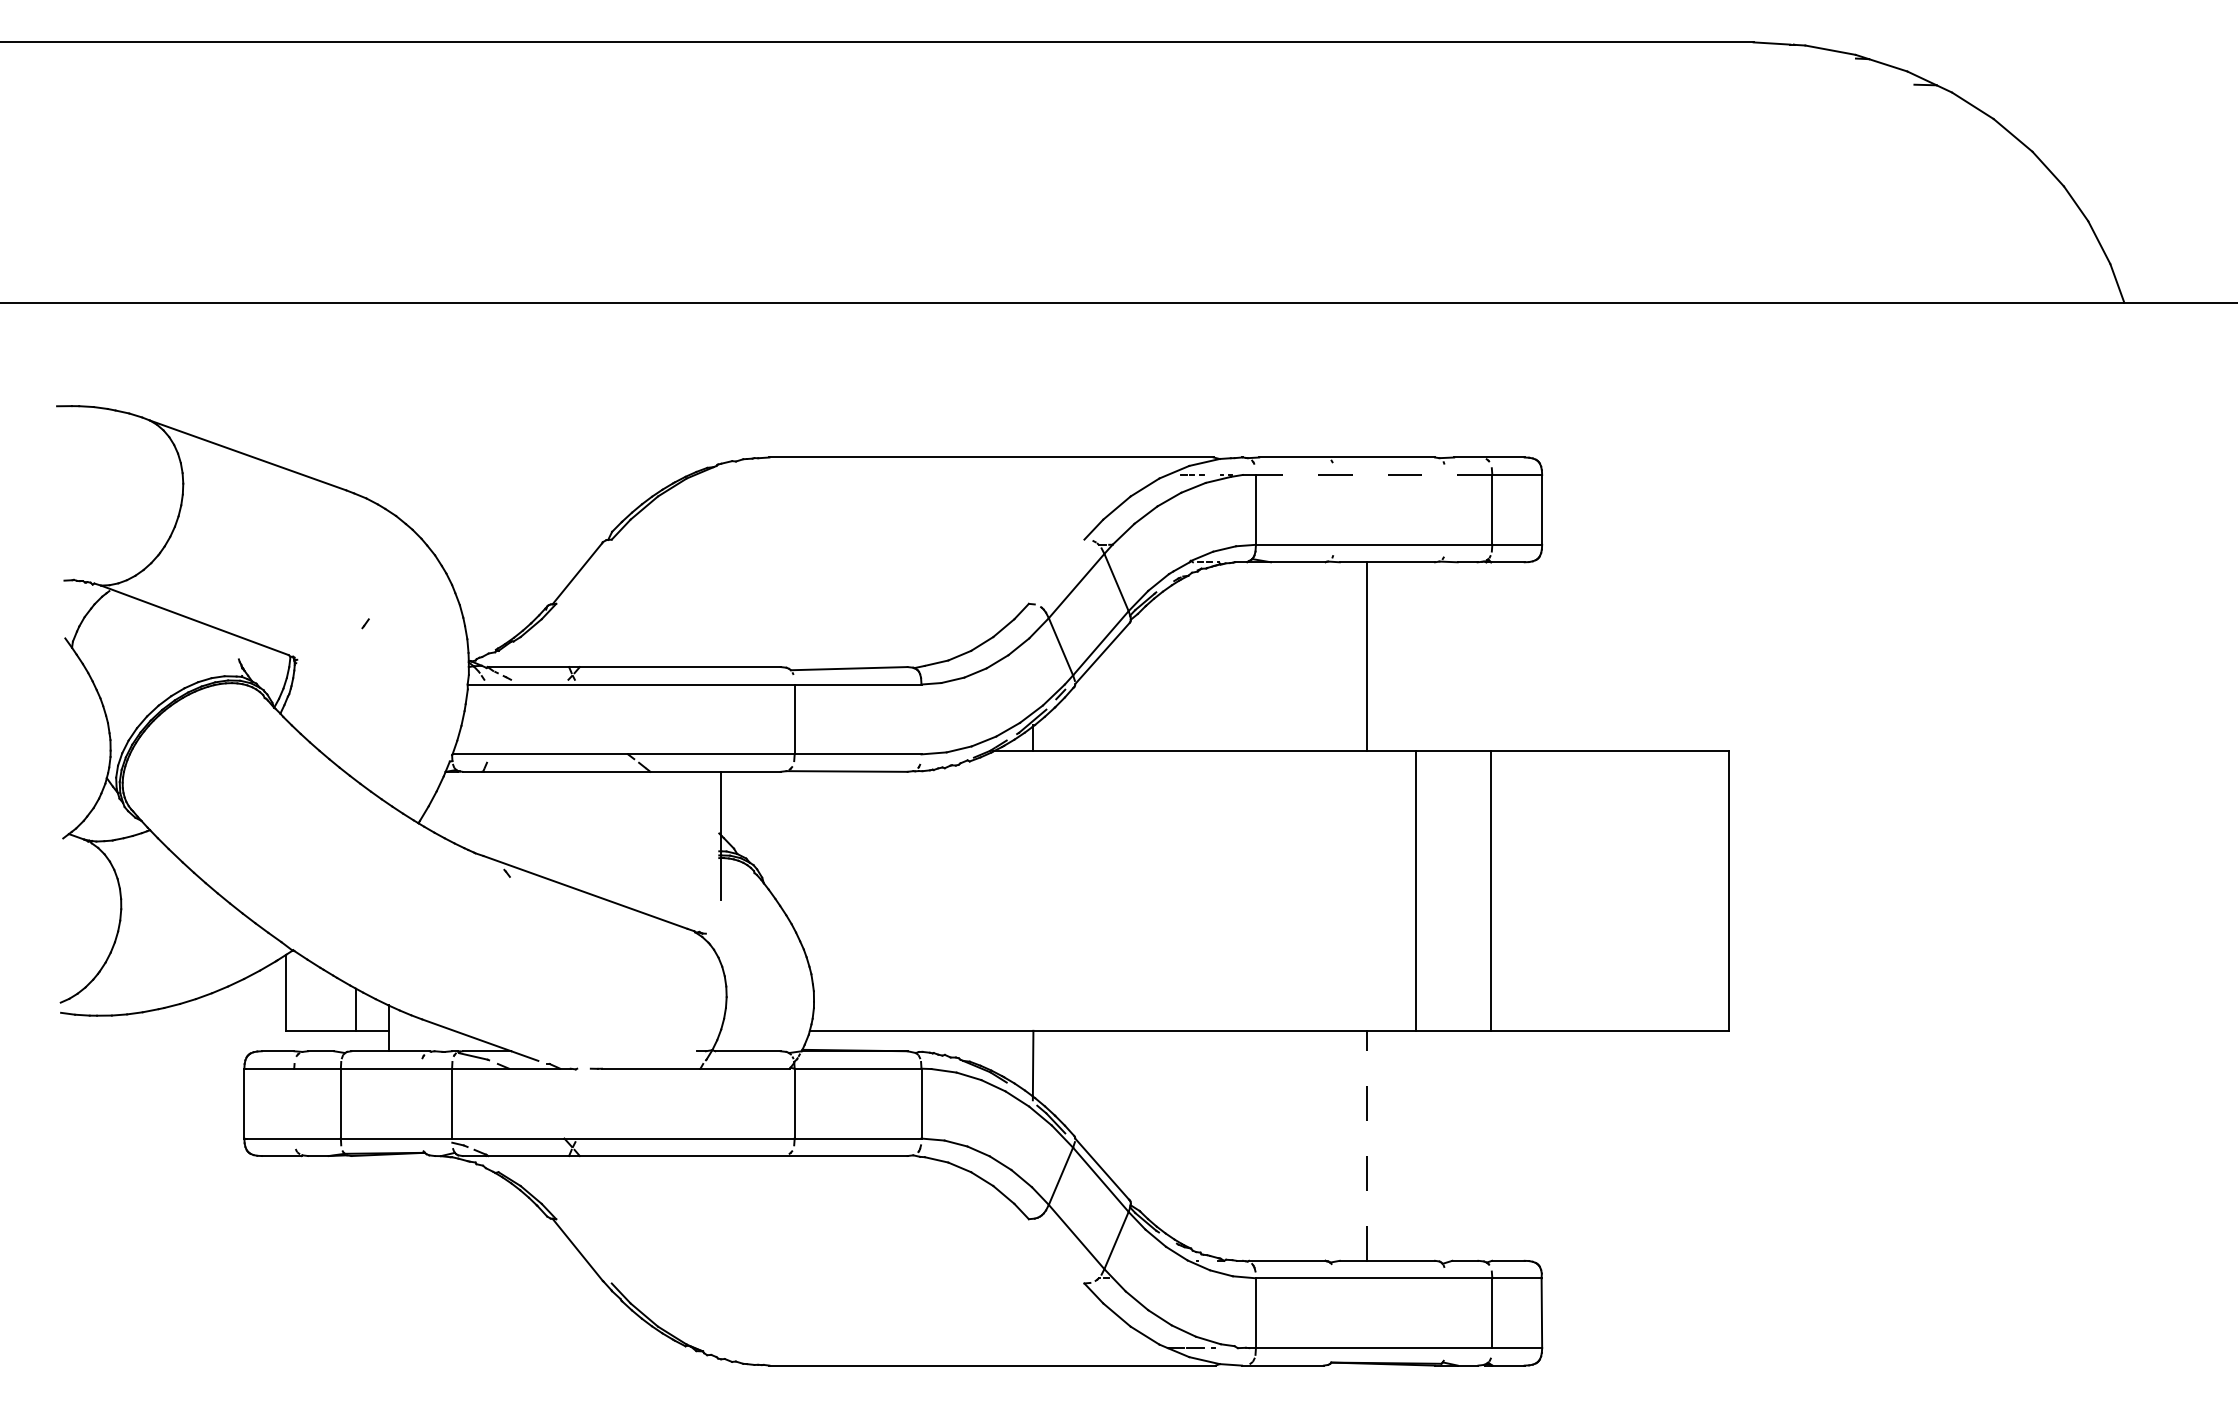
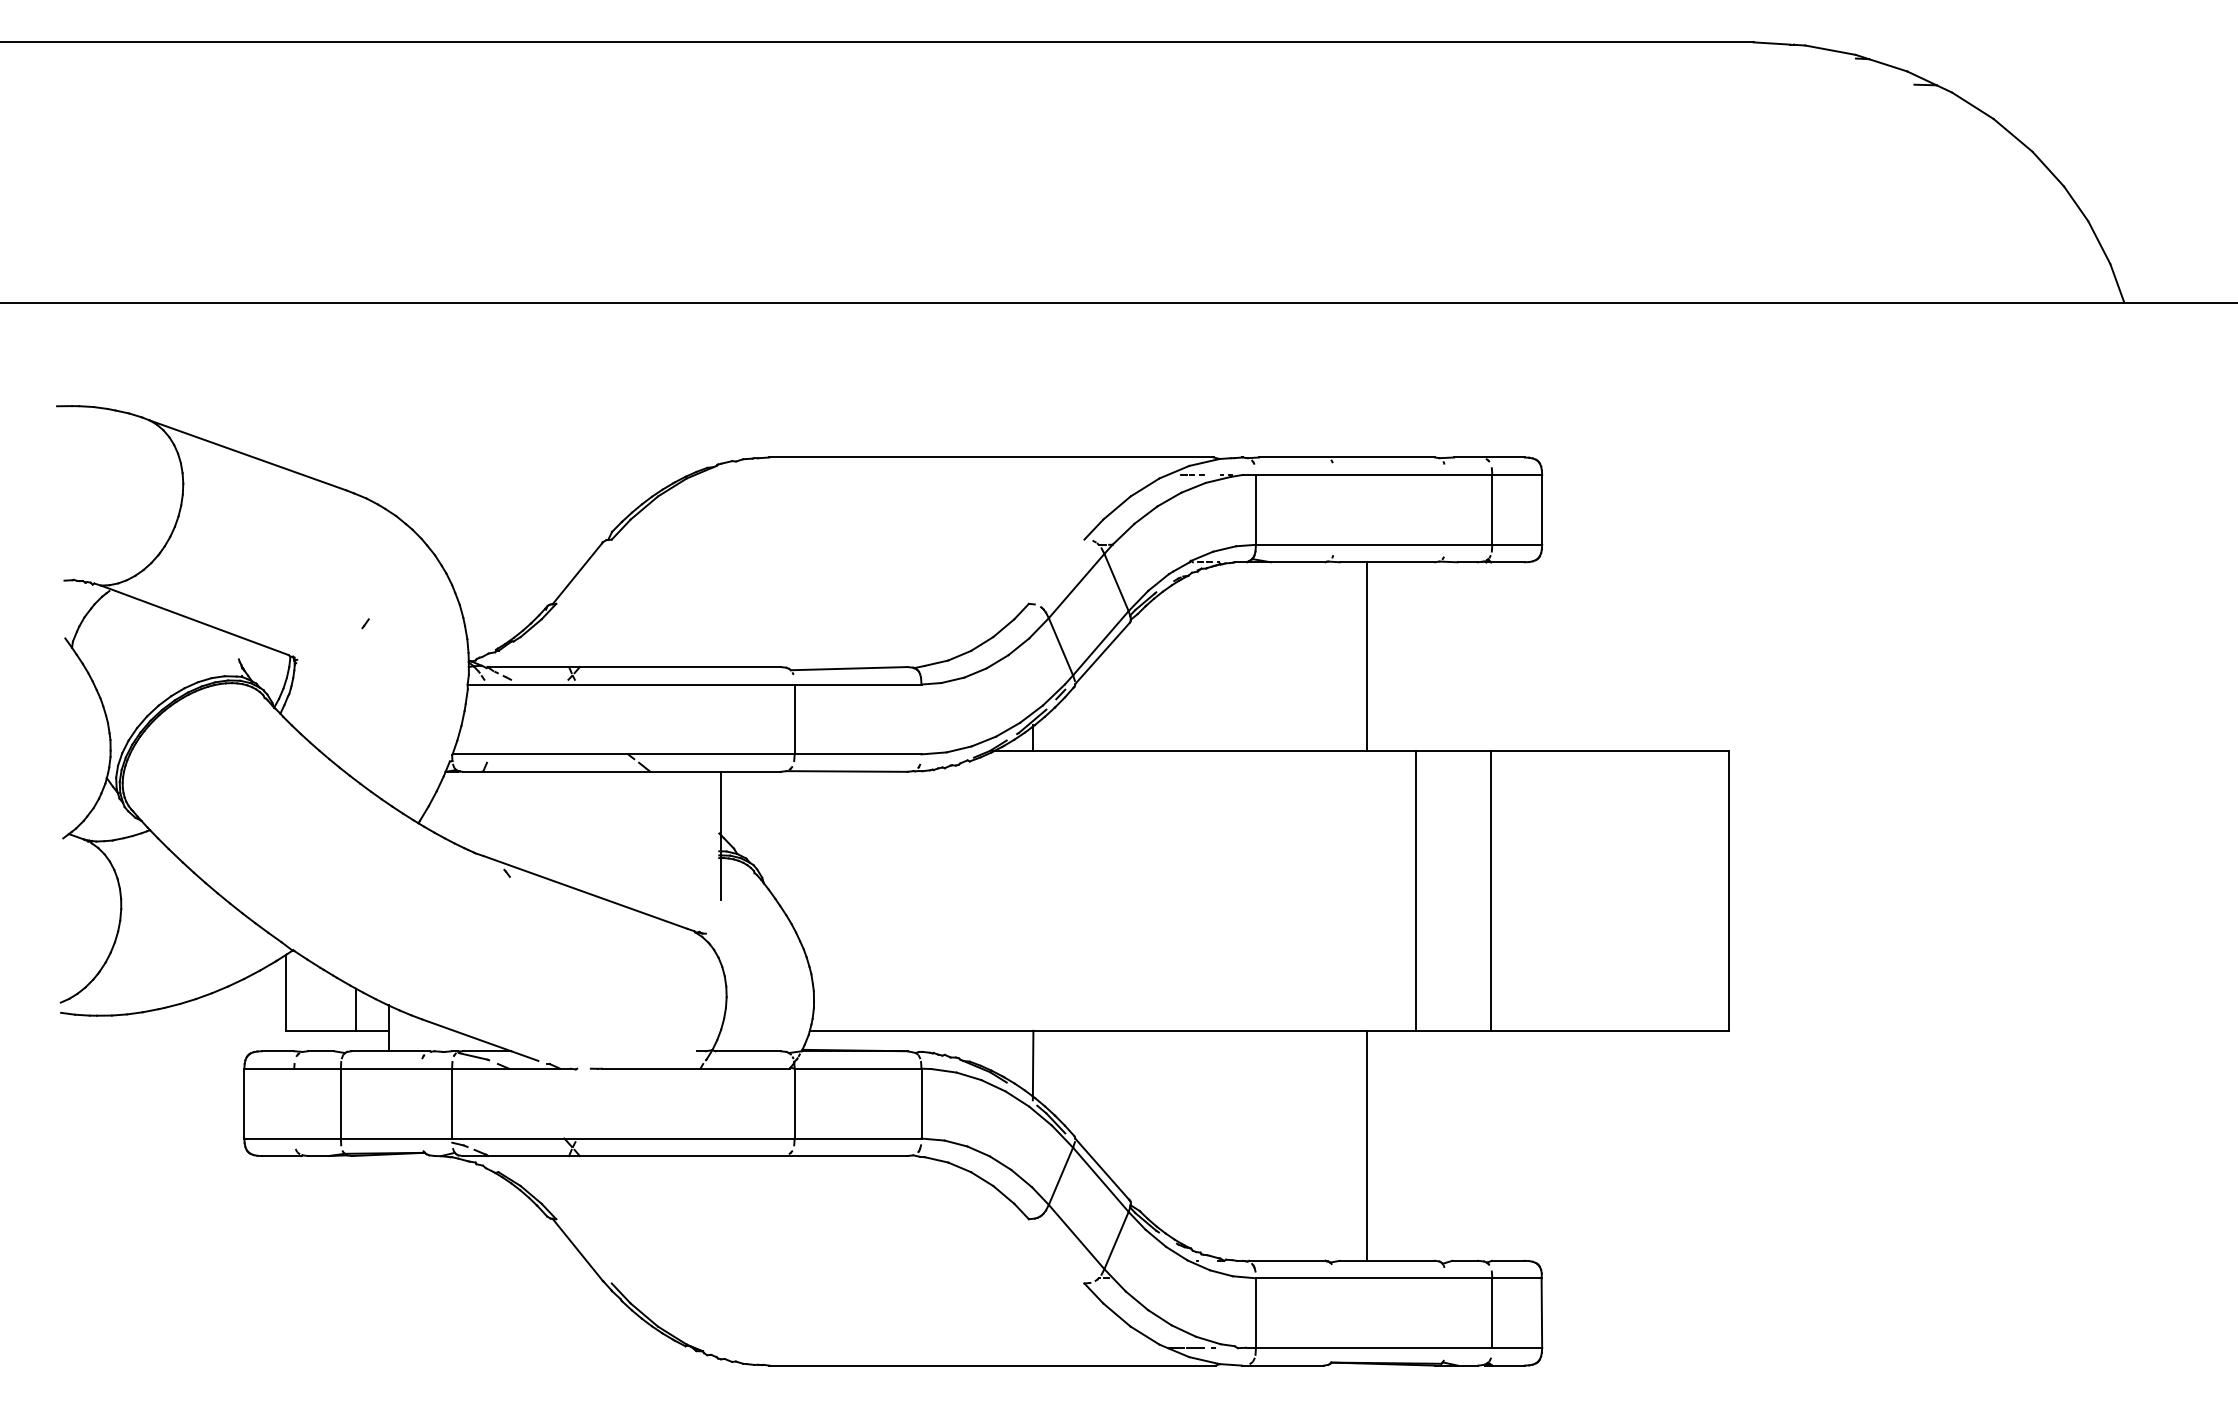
line at (1373, 474): dashed -> solid
line at (1366, 1145): dashed -> solid
